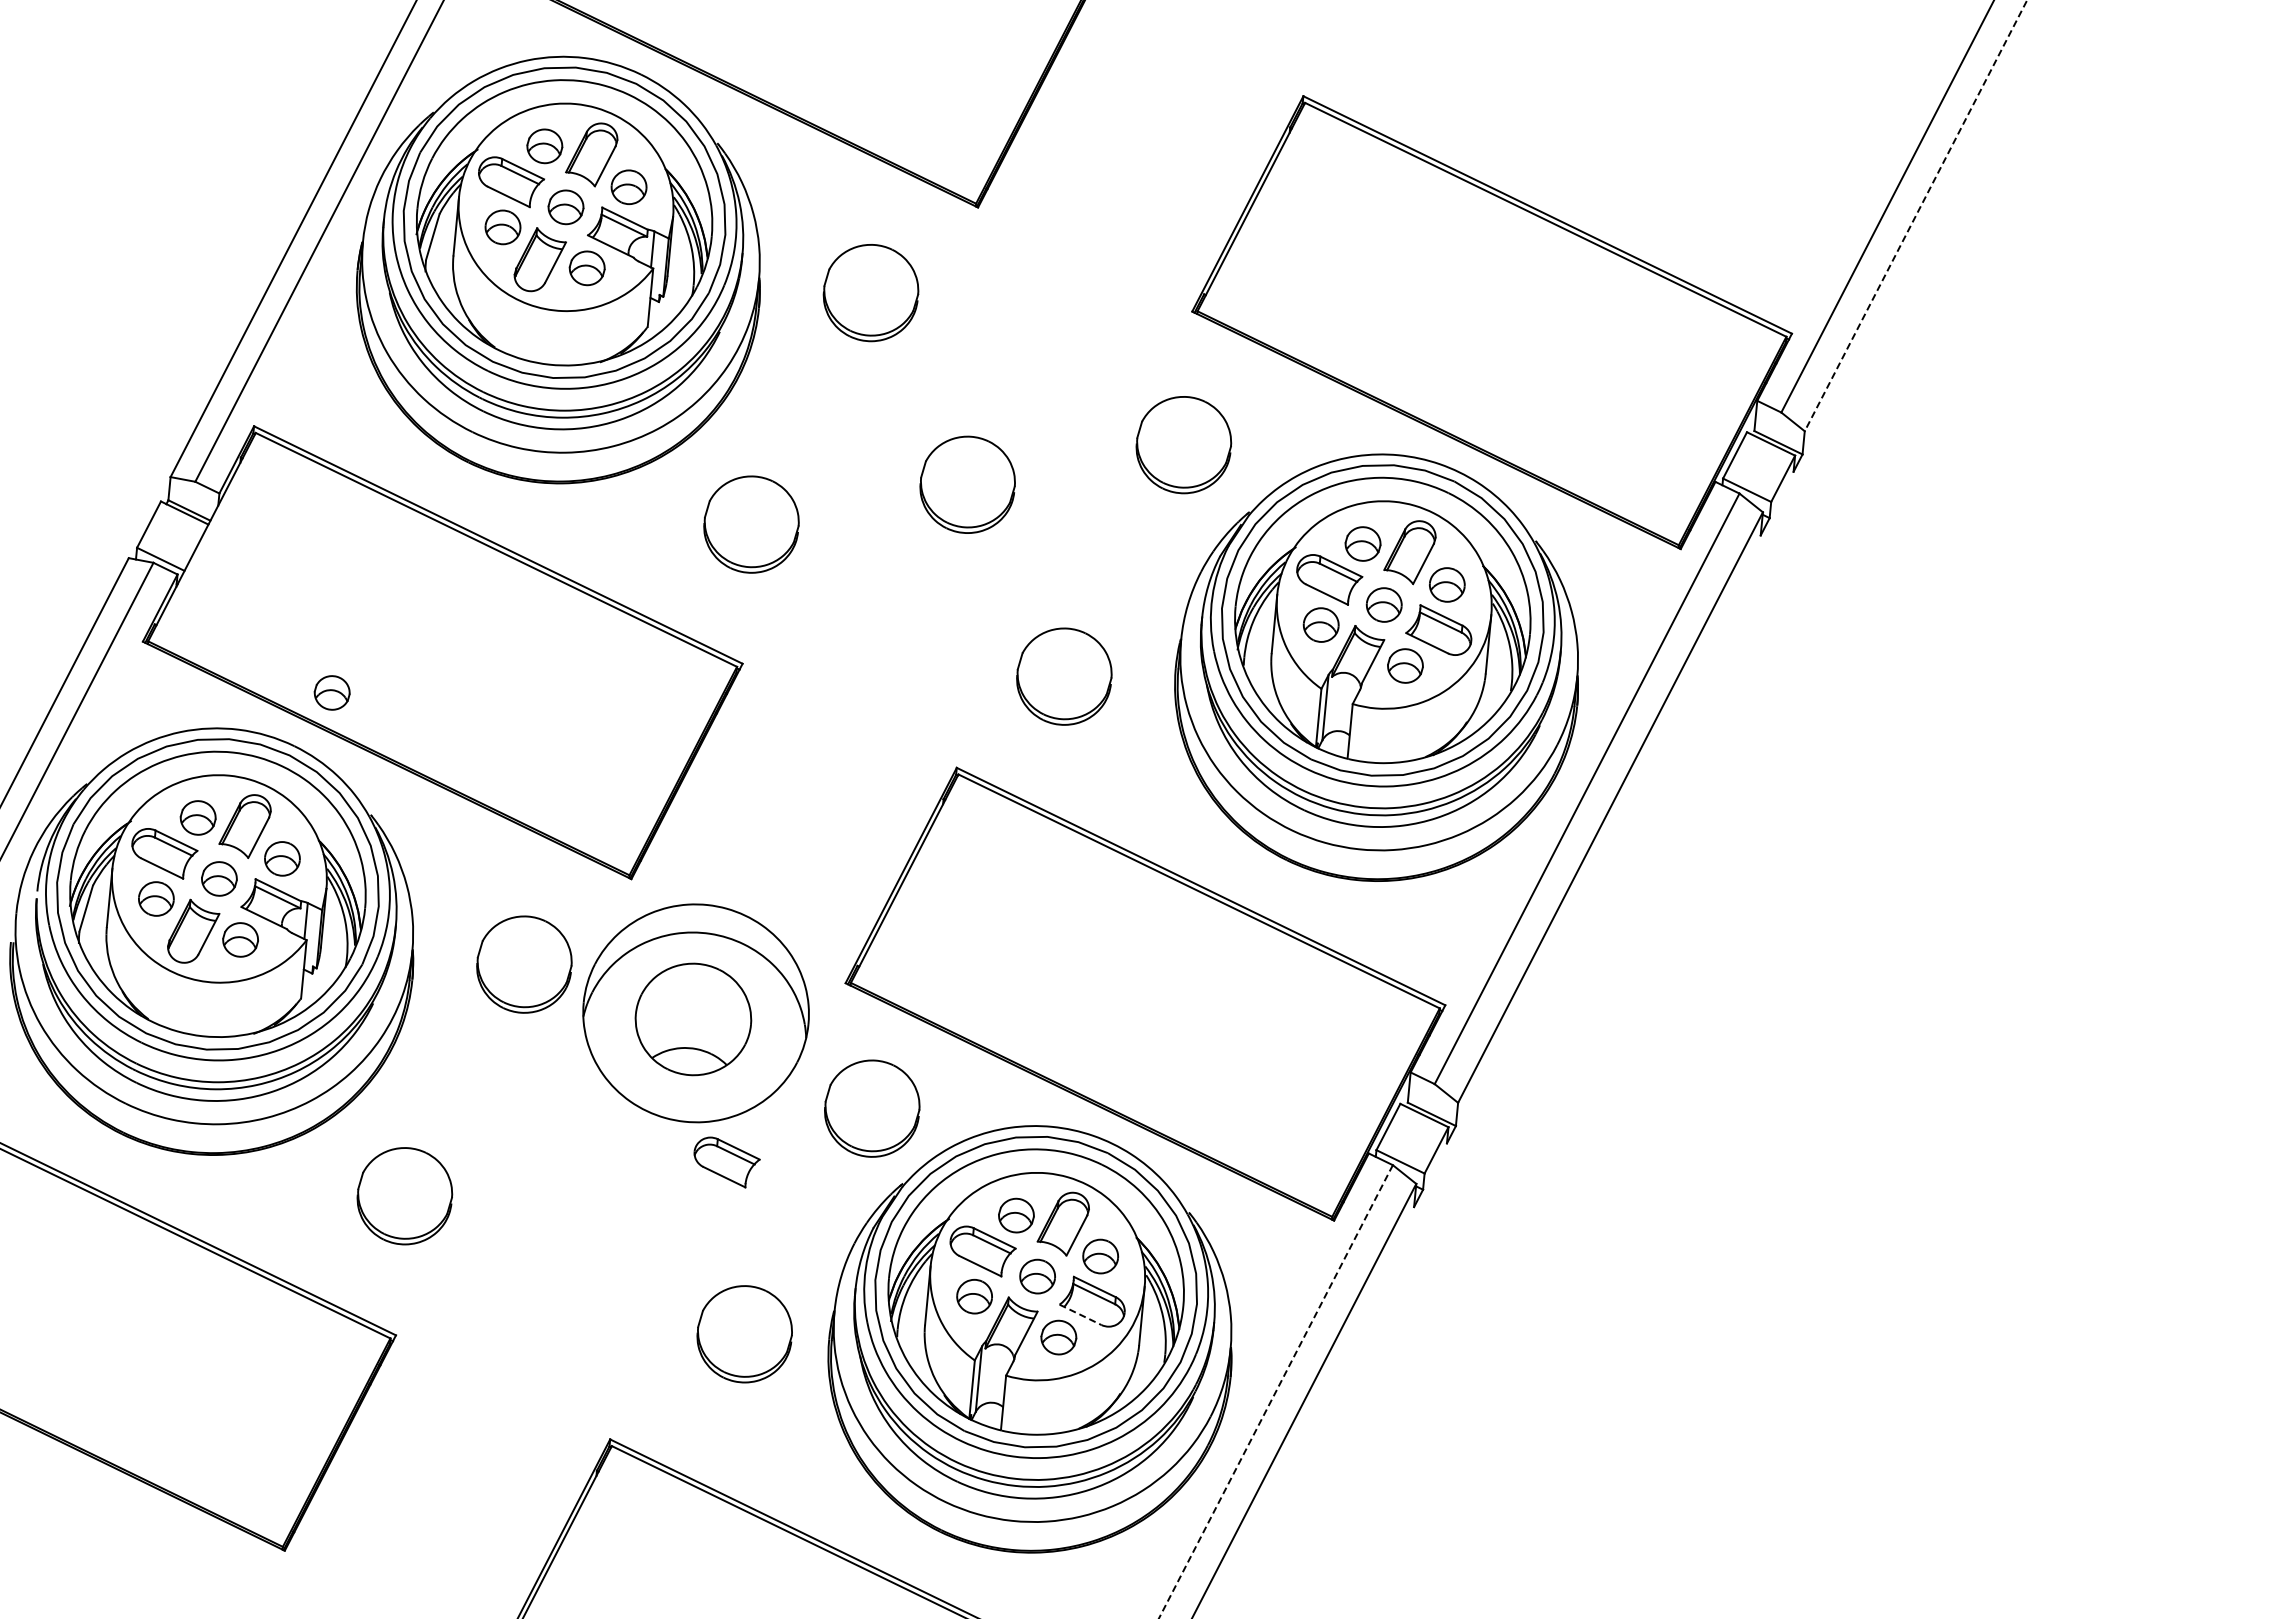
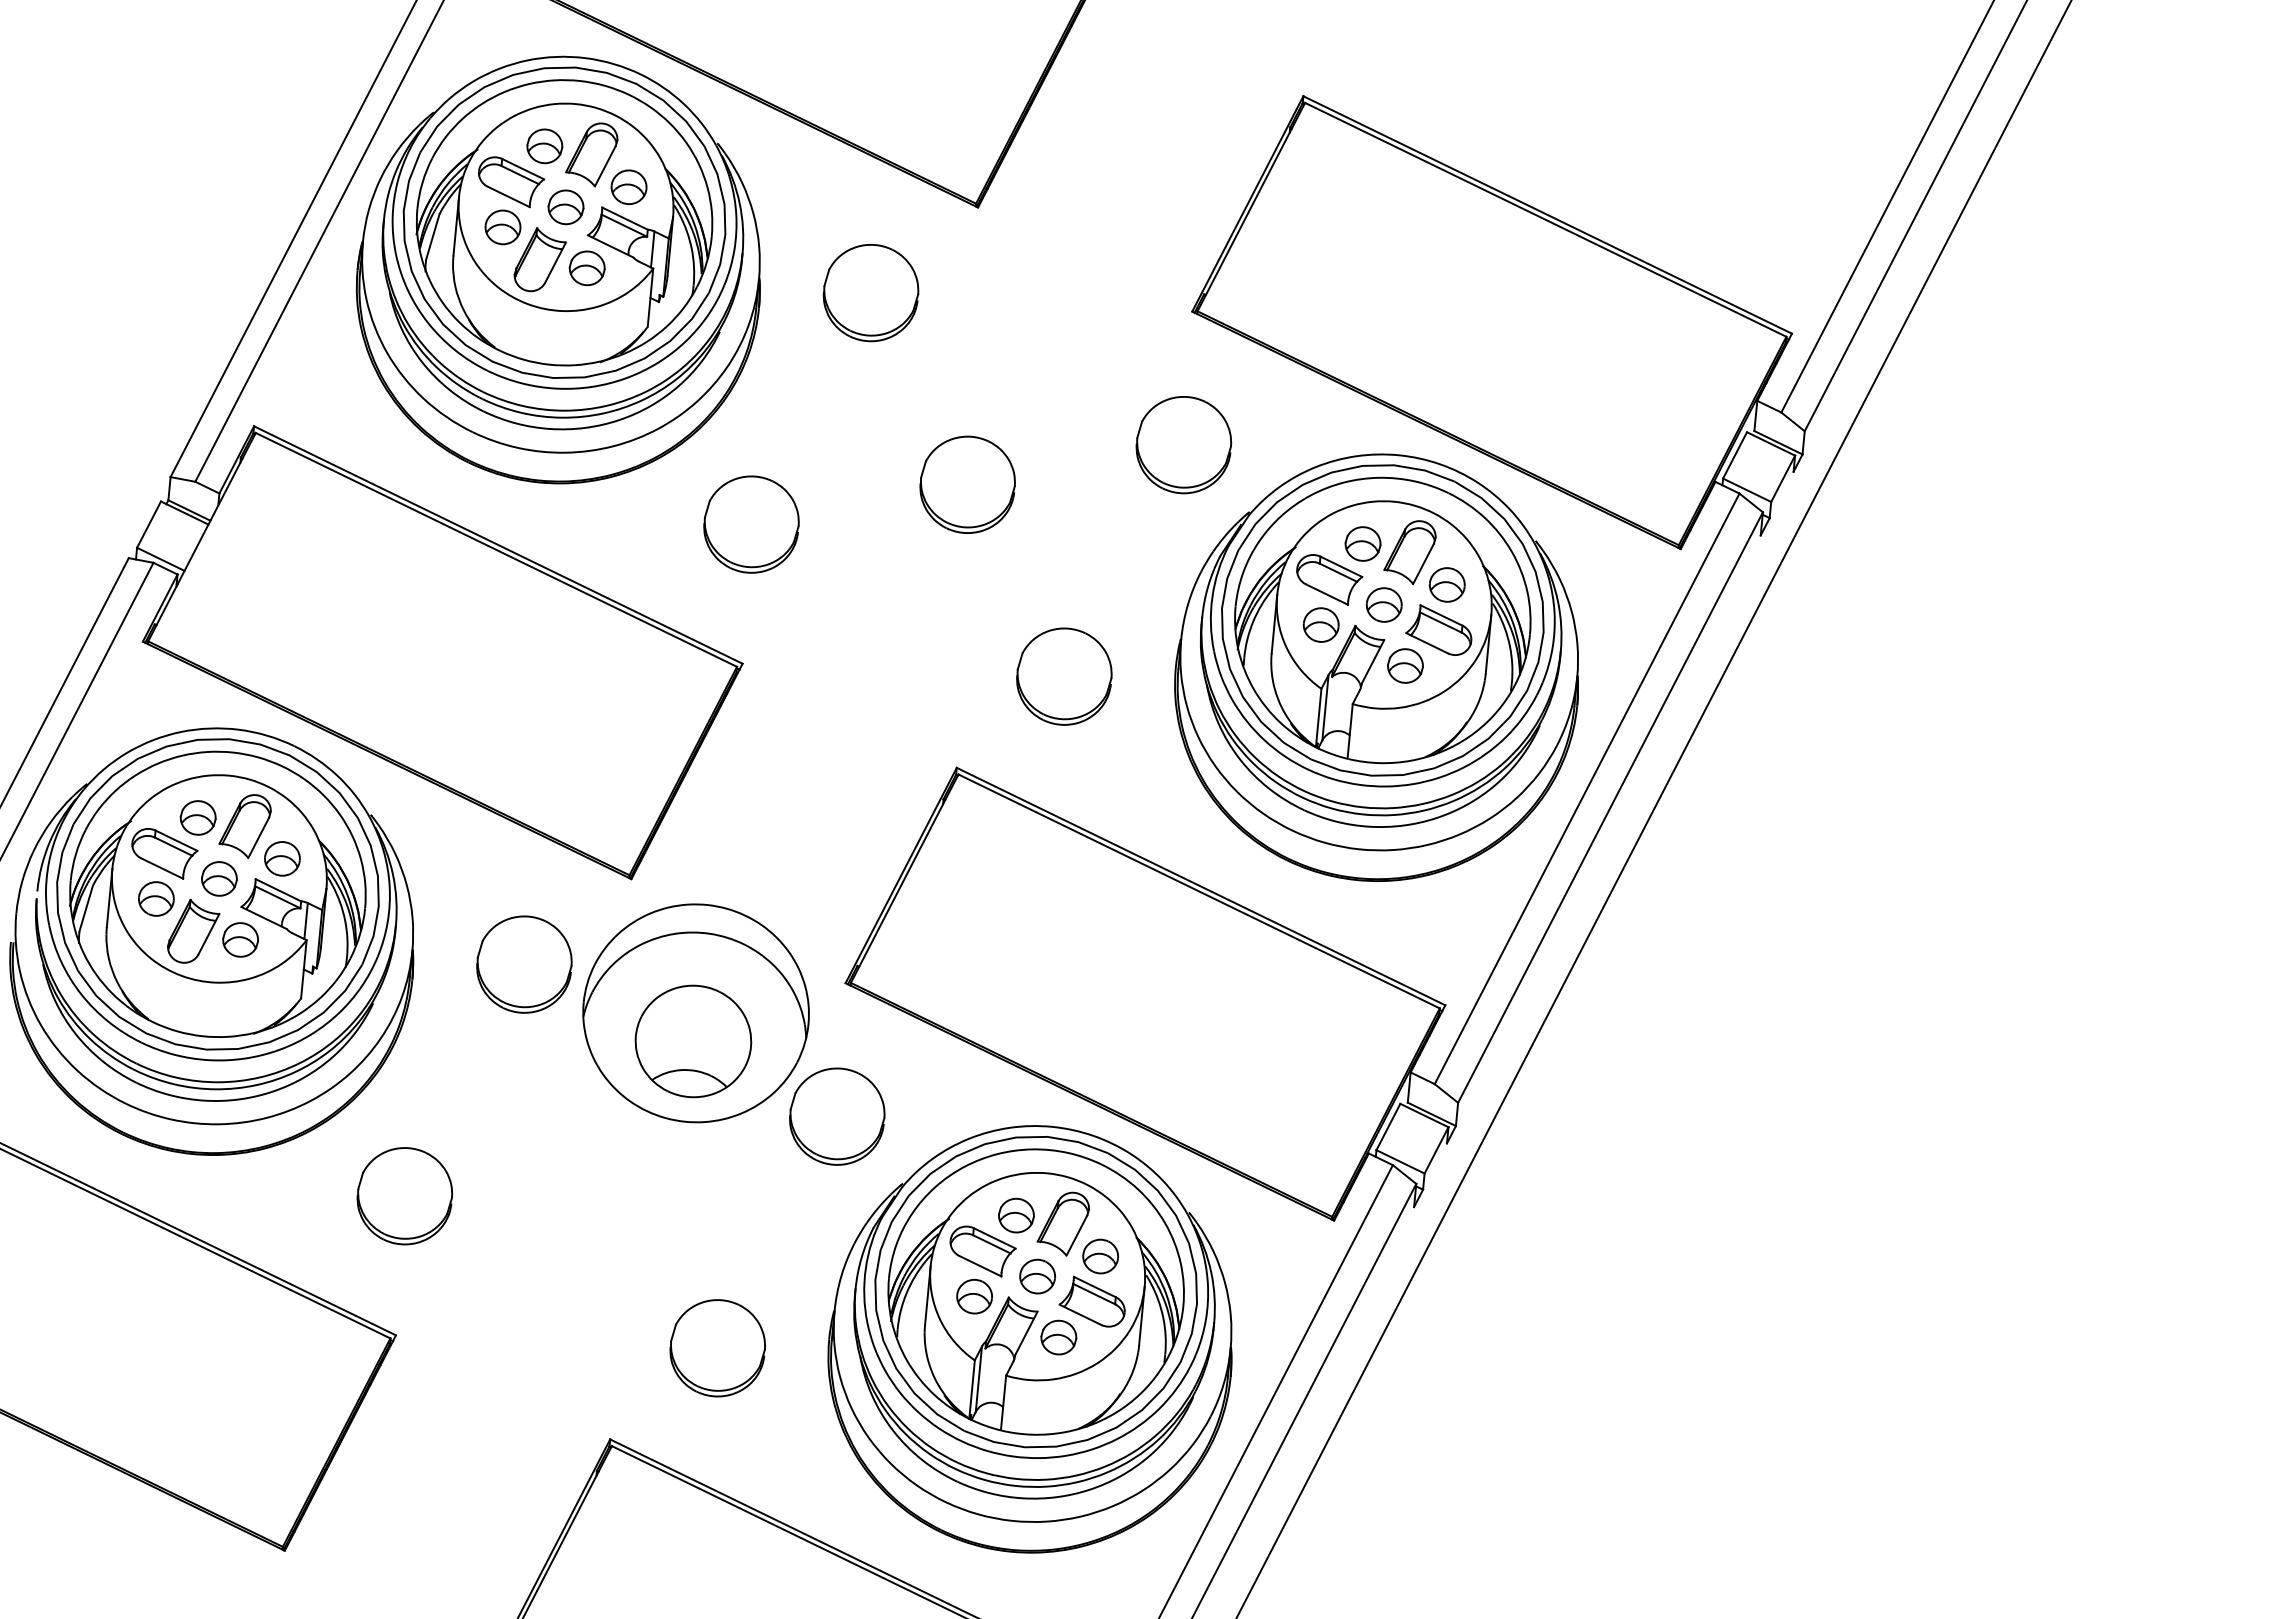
line at (1915, 216): dashed -> solid
part at (331, 692): present -> none
line at (1654, 808): none -> present
part at (693, 1019) position: (693, 1019) -> (693, 1041)
part at (872, 1108) position: (872, 1108) -> (837, 1116)
part at (726, 1162): present -> none
line at (1080, 1315): dashed -> solid
part at (744, 1334) position: (744, 1334) -> (717, 1348)
line at (1275, 1392): dashed -> solid
